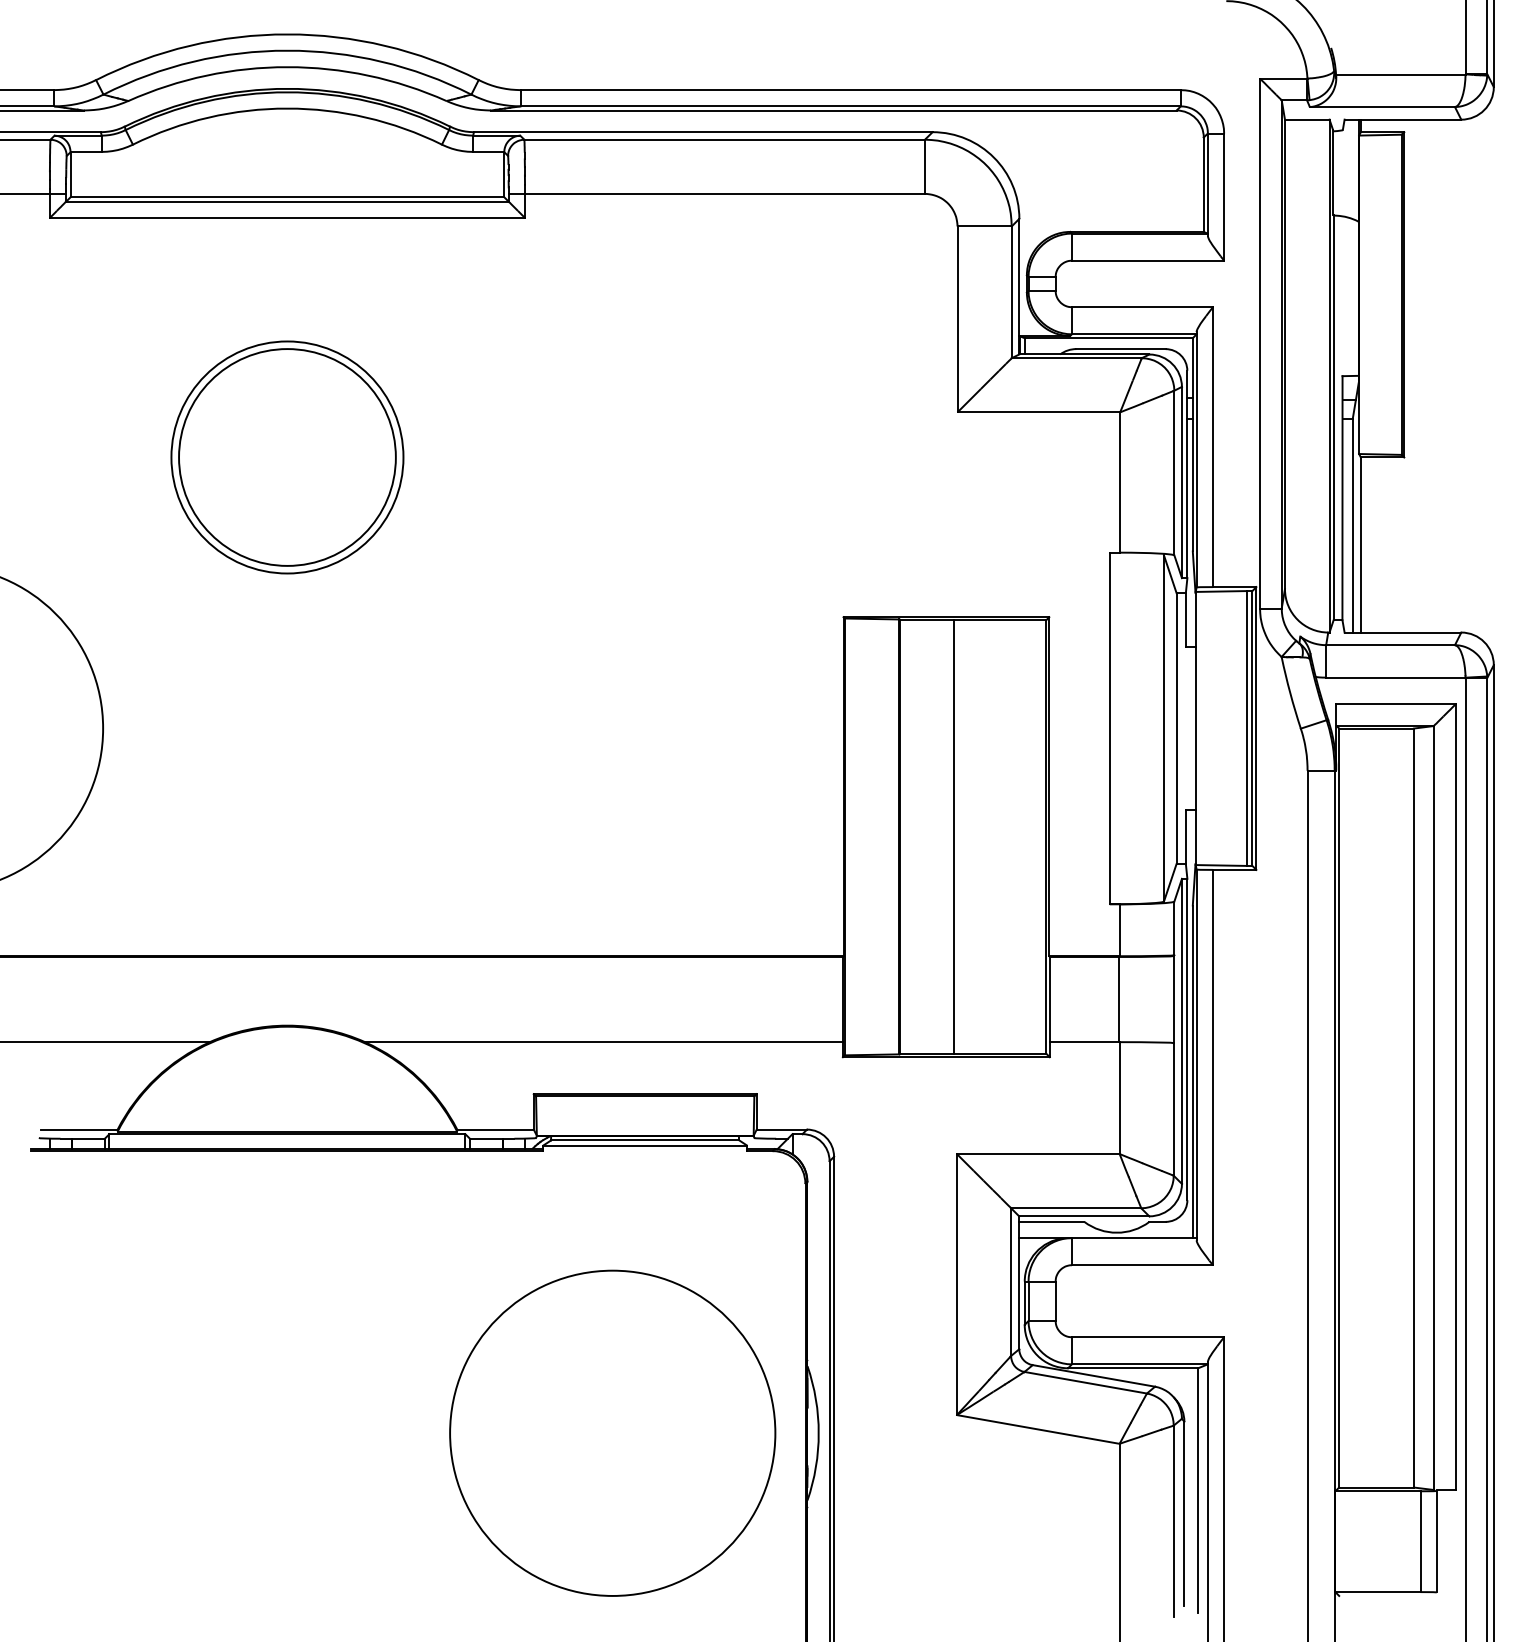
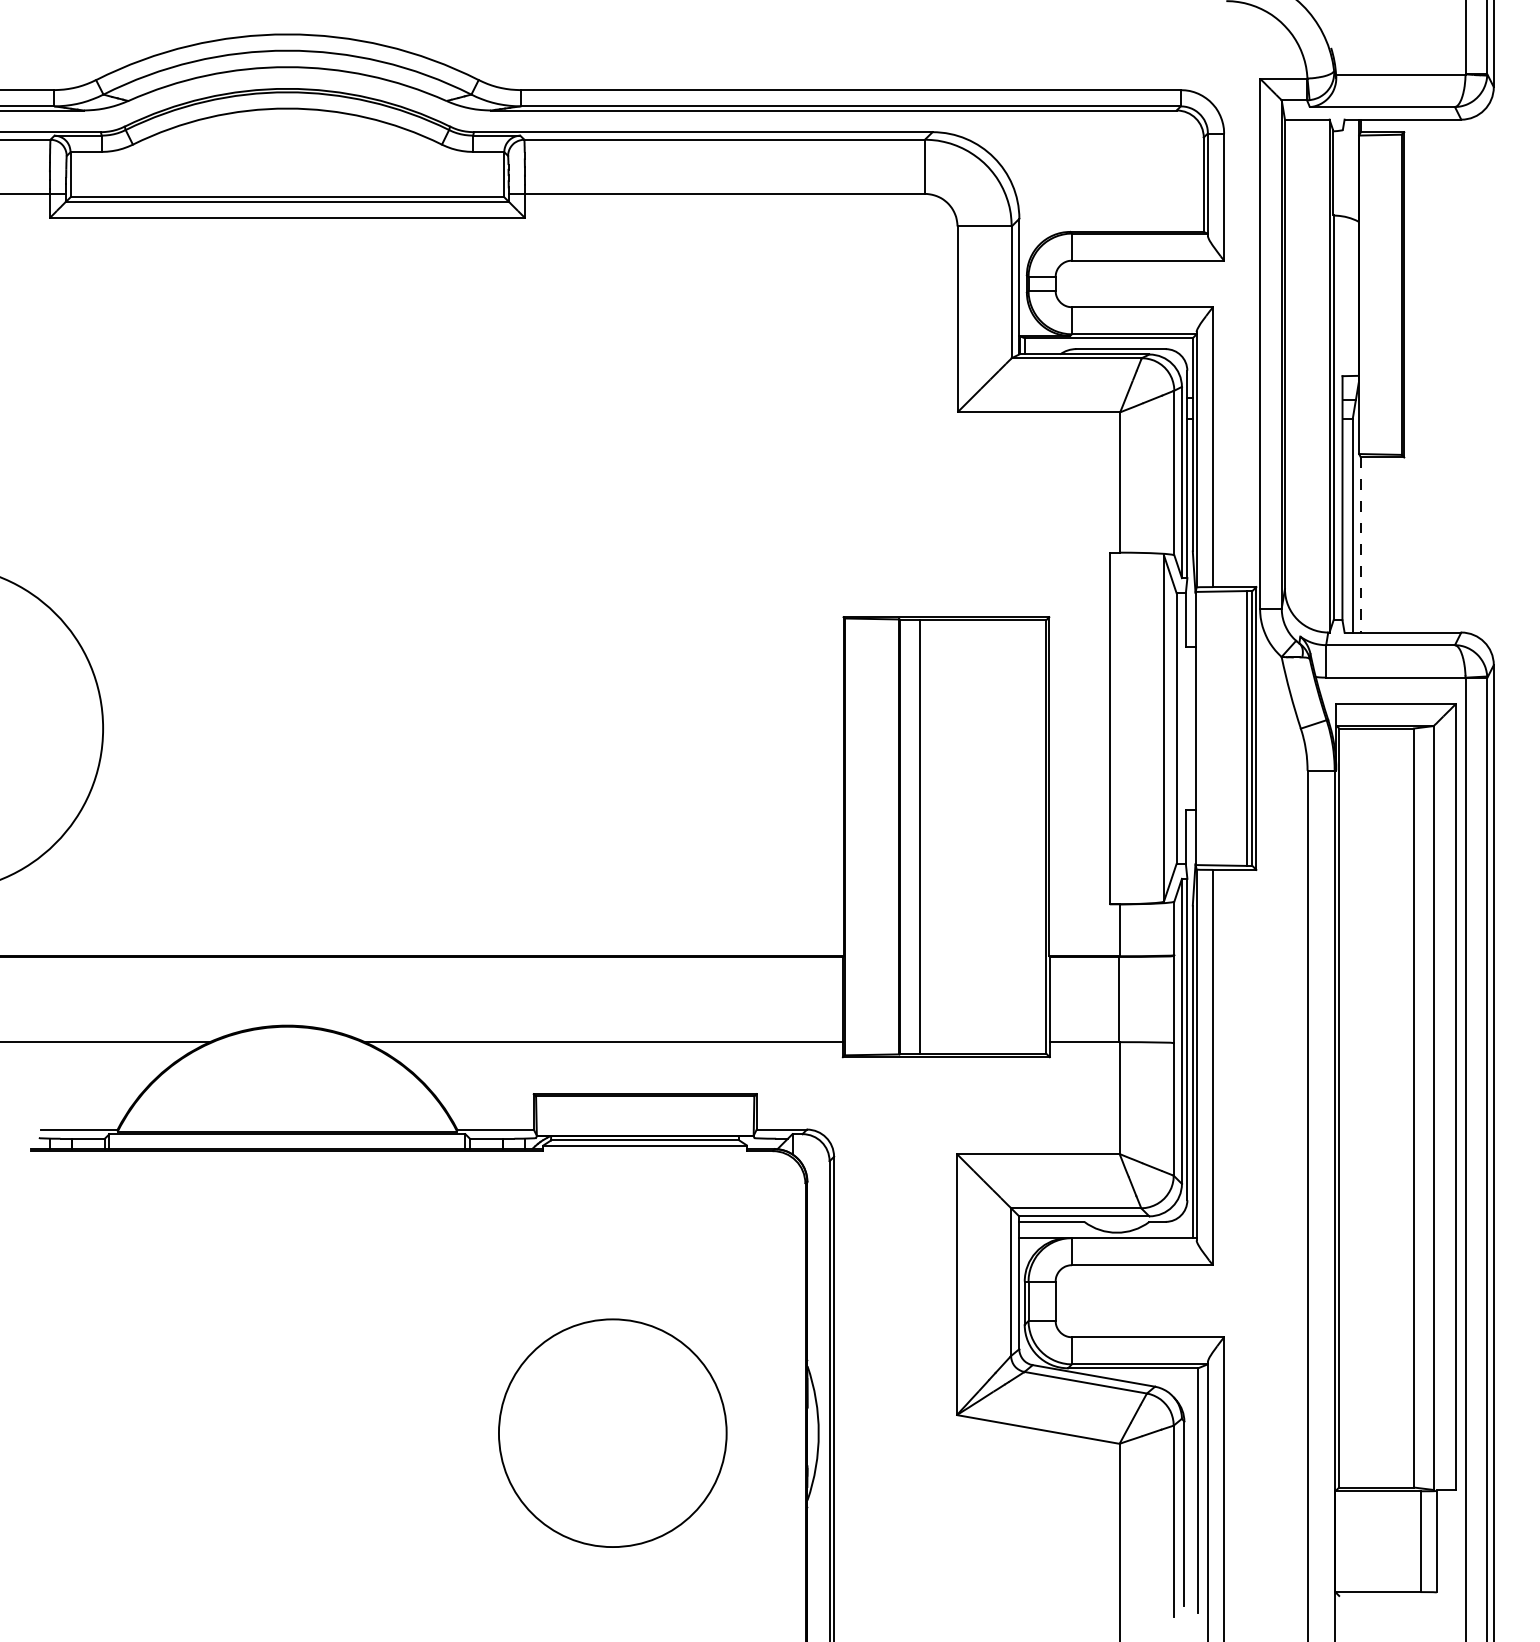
part at (287, 457): present -> none
line at (1360, 545): solid -> dashed
line at (953, 836) position: (953, 836) -> (919, 836)
circle at (612, 1432) size: 328x328 px -> 230x230 px
